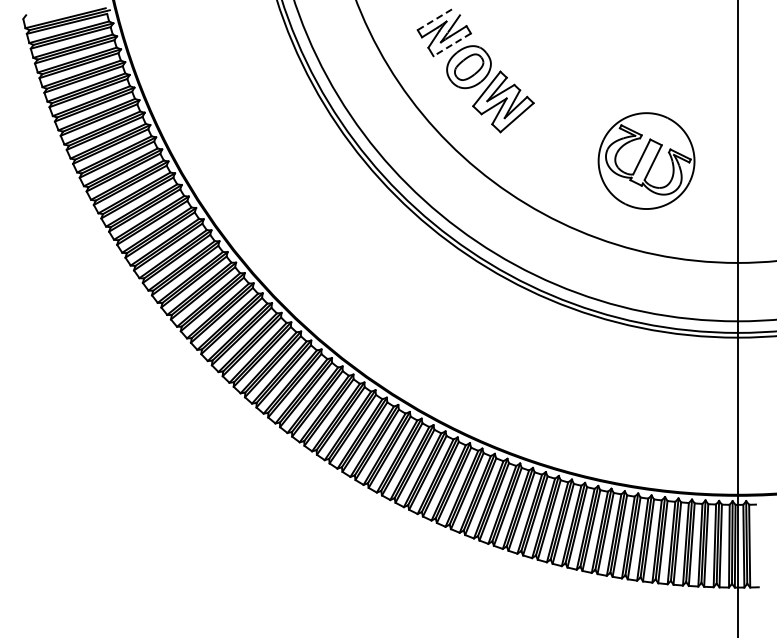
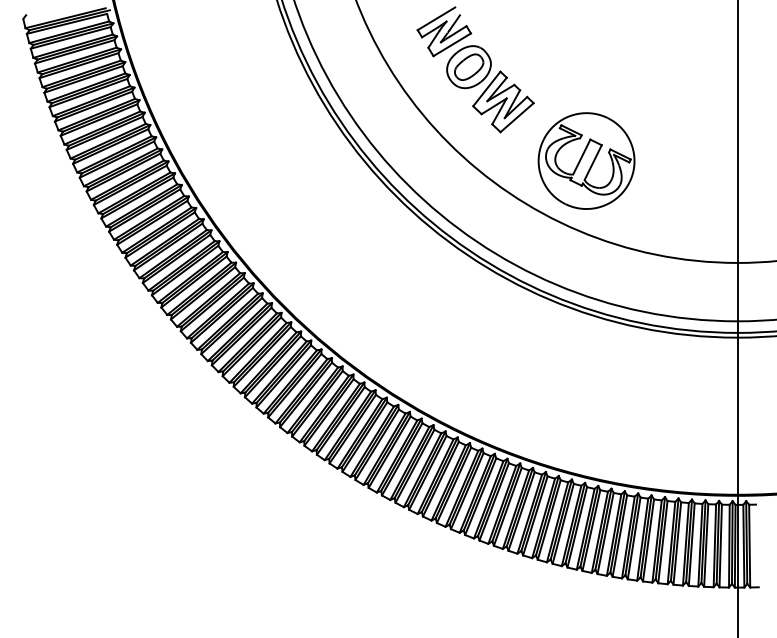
line at (436, 18): dashed -> solid
line at (452, 44): dashed -> solid
part at (646, 160) position: (646, 160) -> (586, 160)
